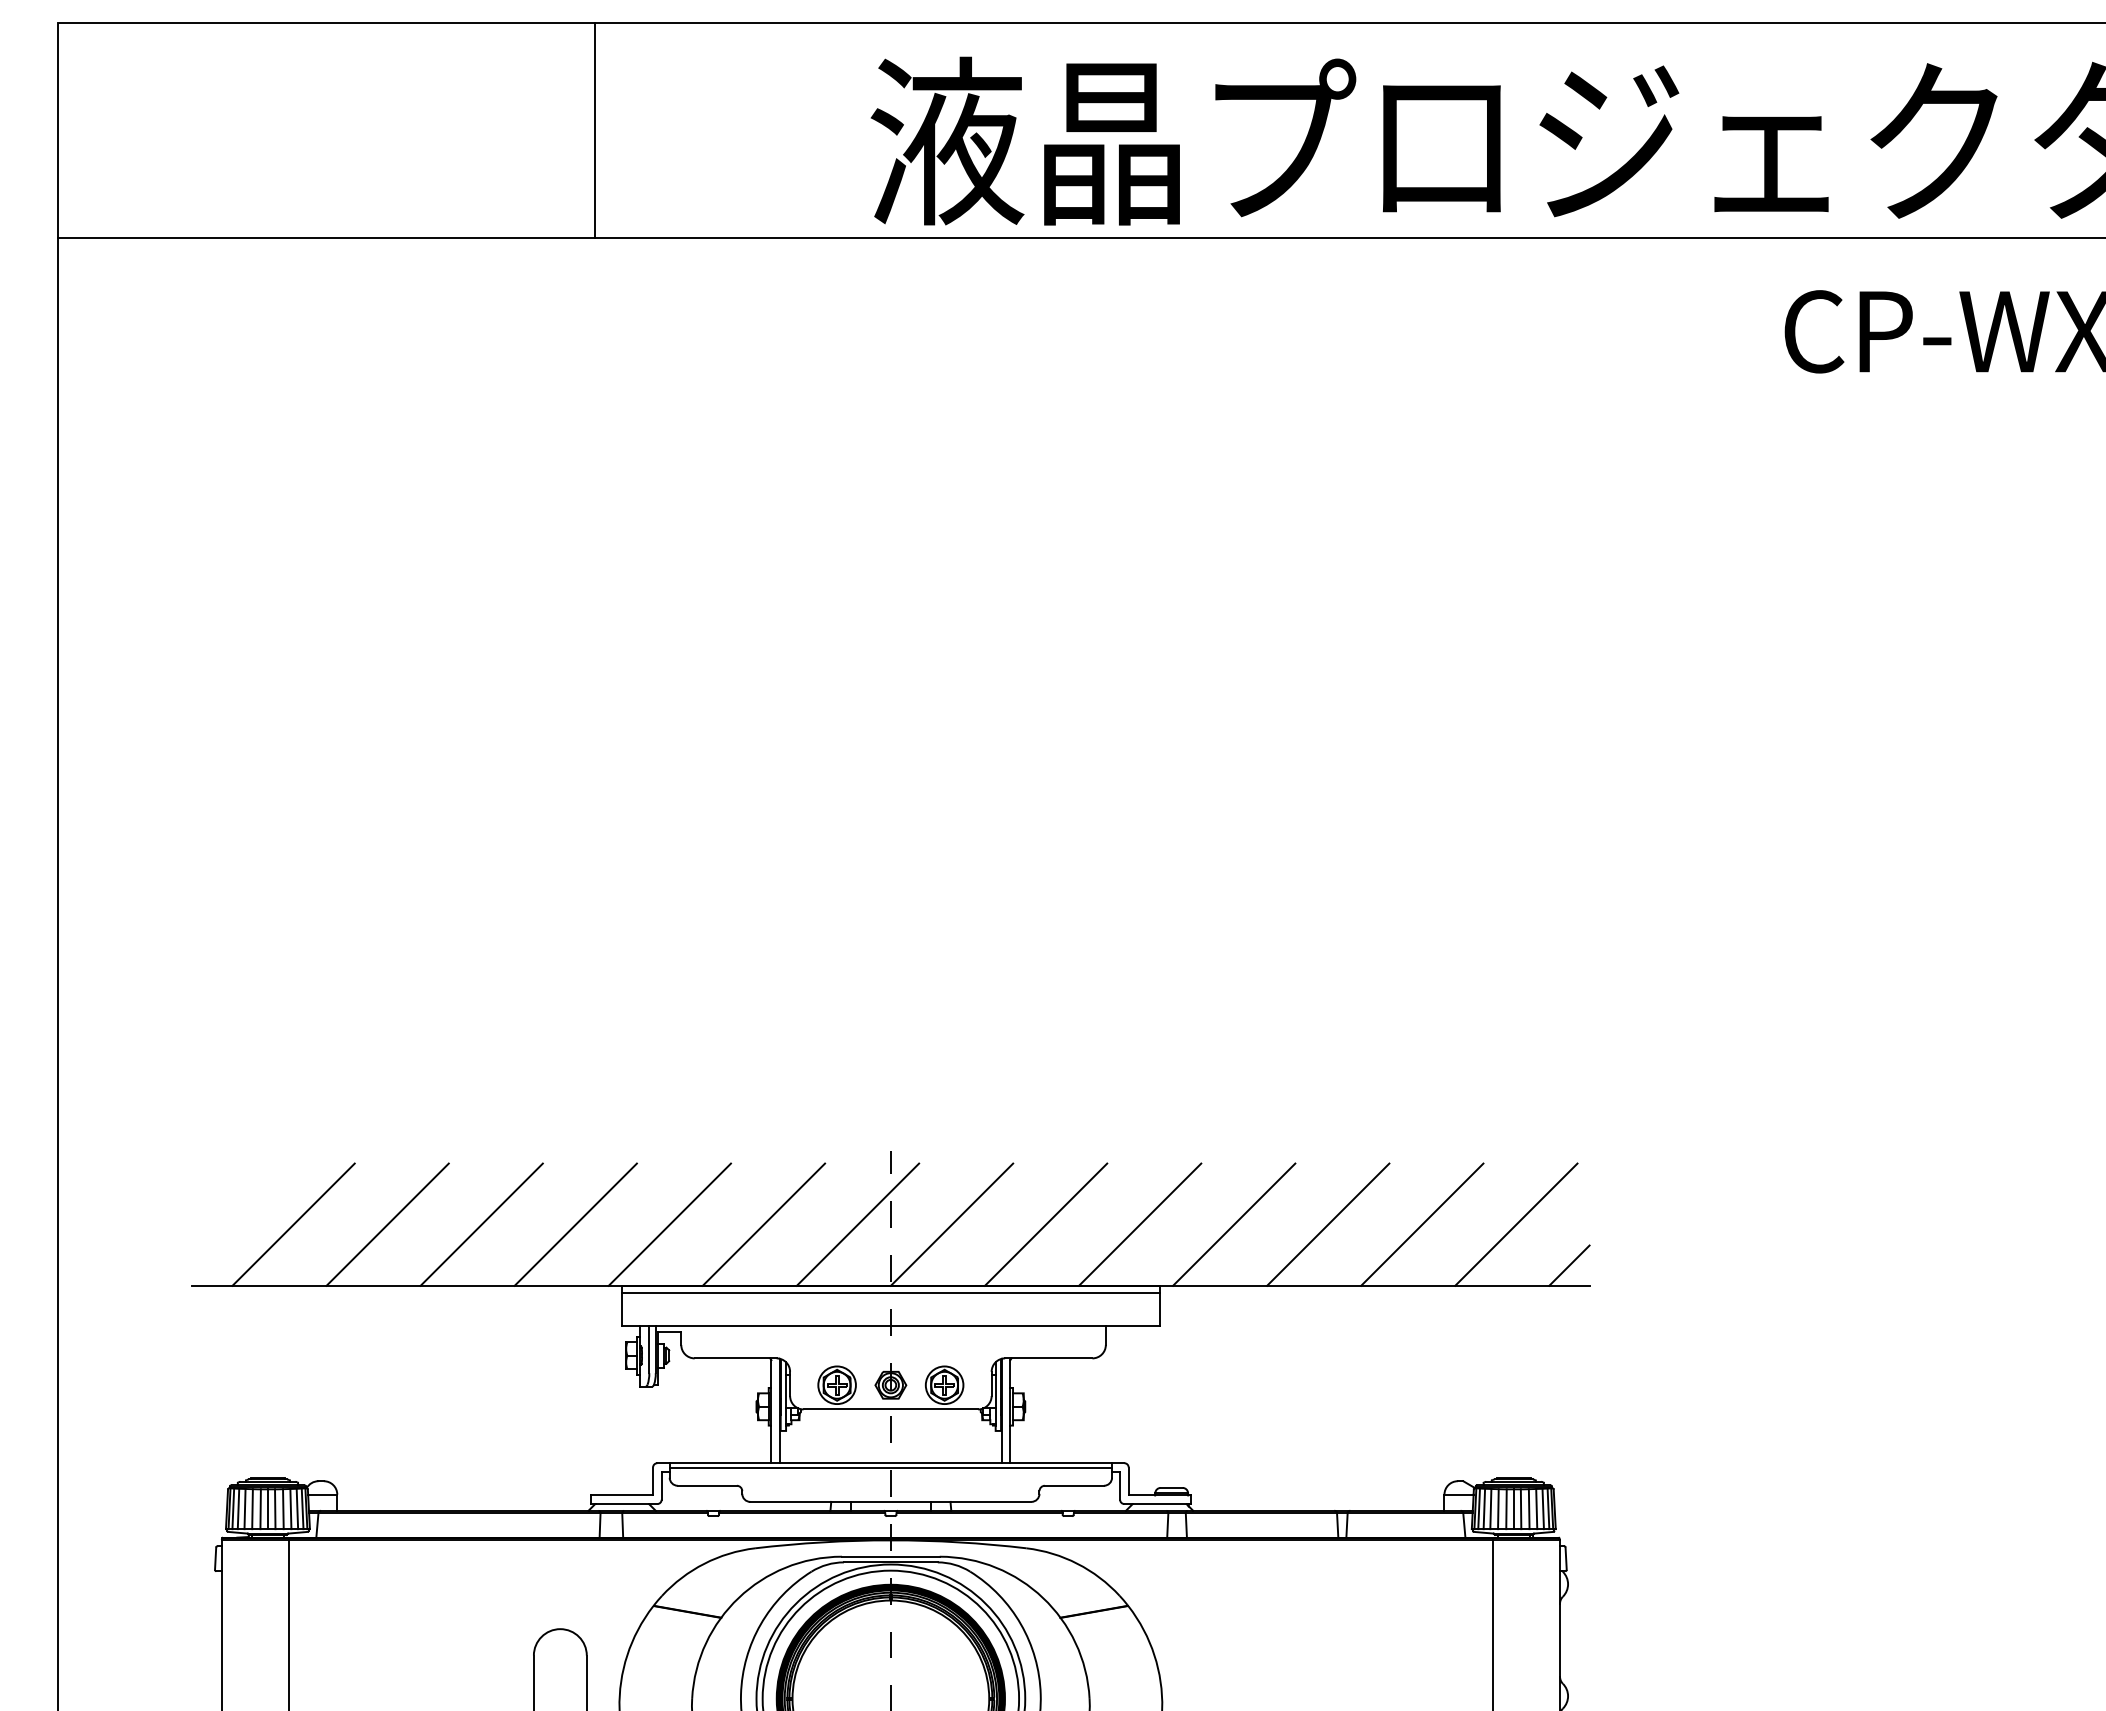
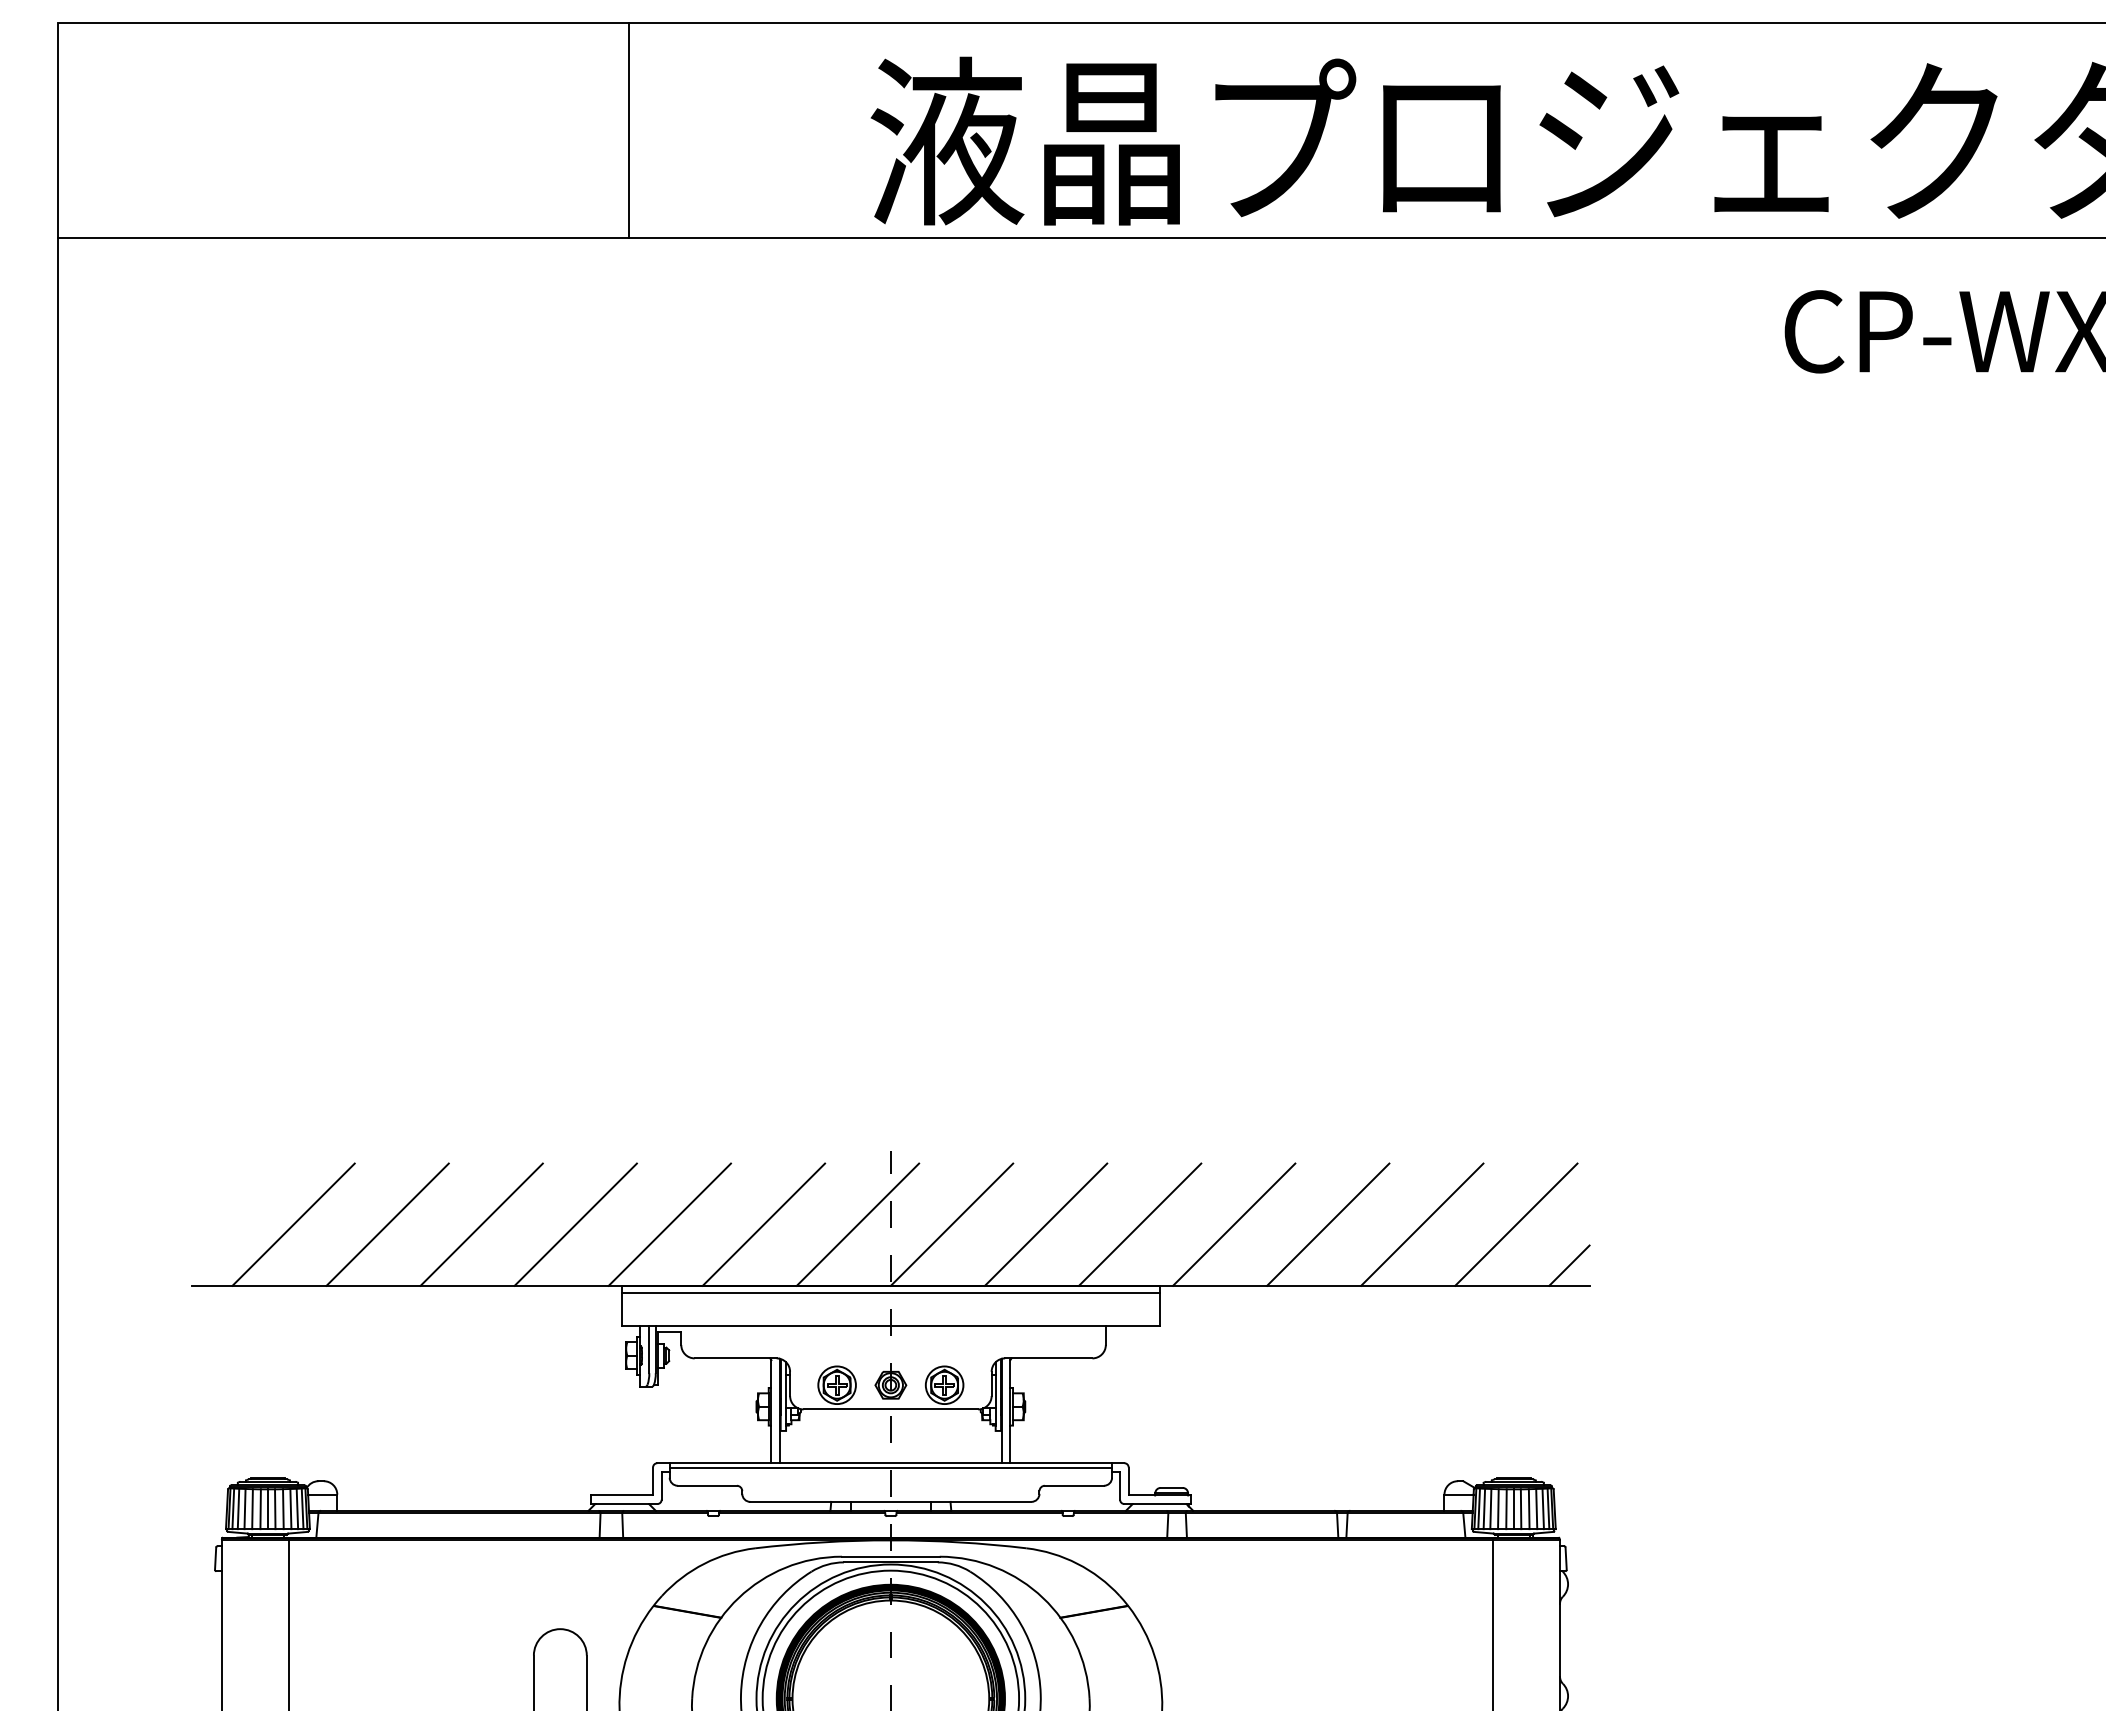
line at (595, 129) position: (595, 129) -> (629, 129)
